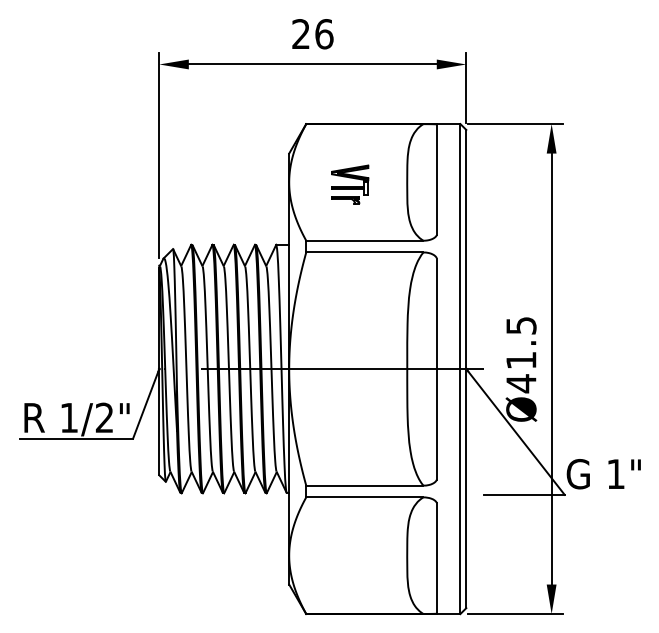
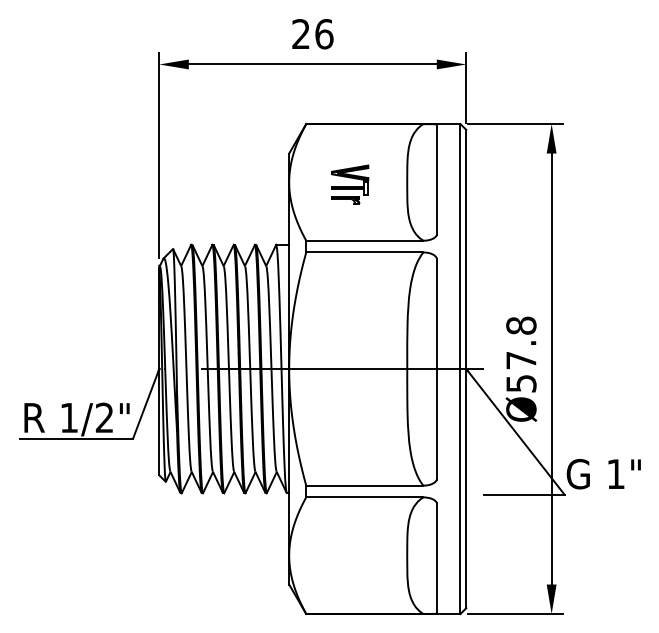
text at (521, 354): Ø41.5 -> Ø57.8
